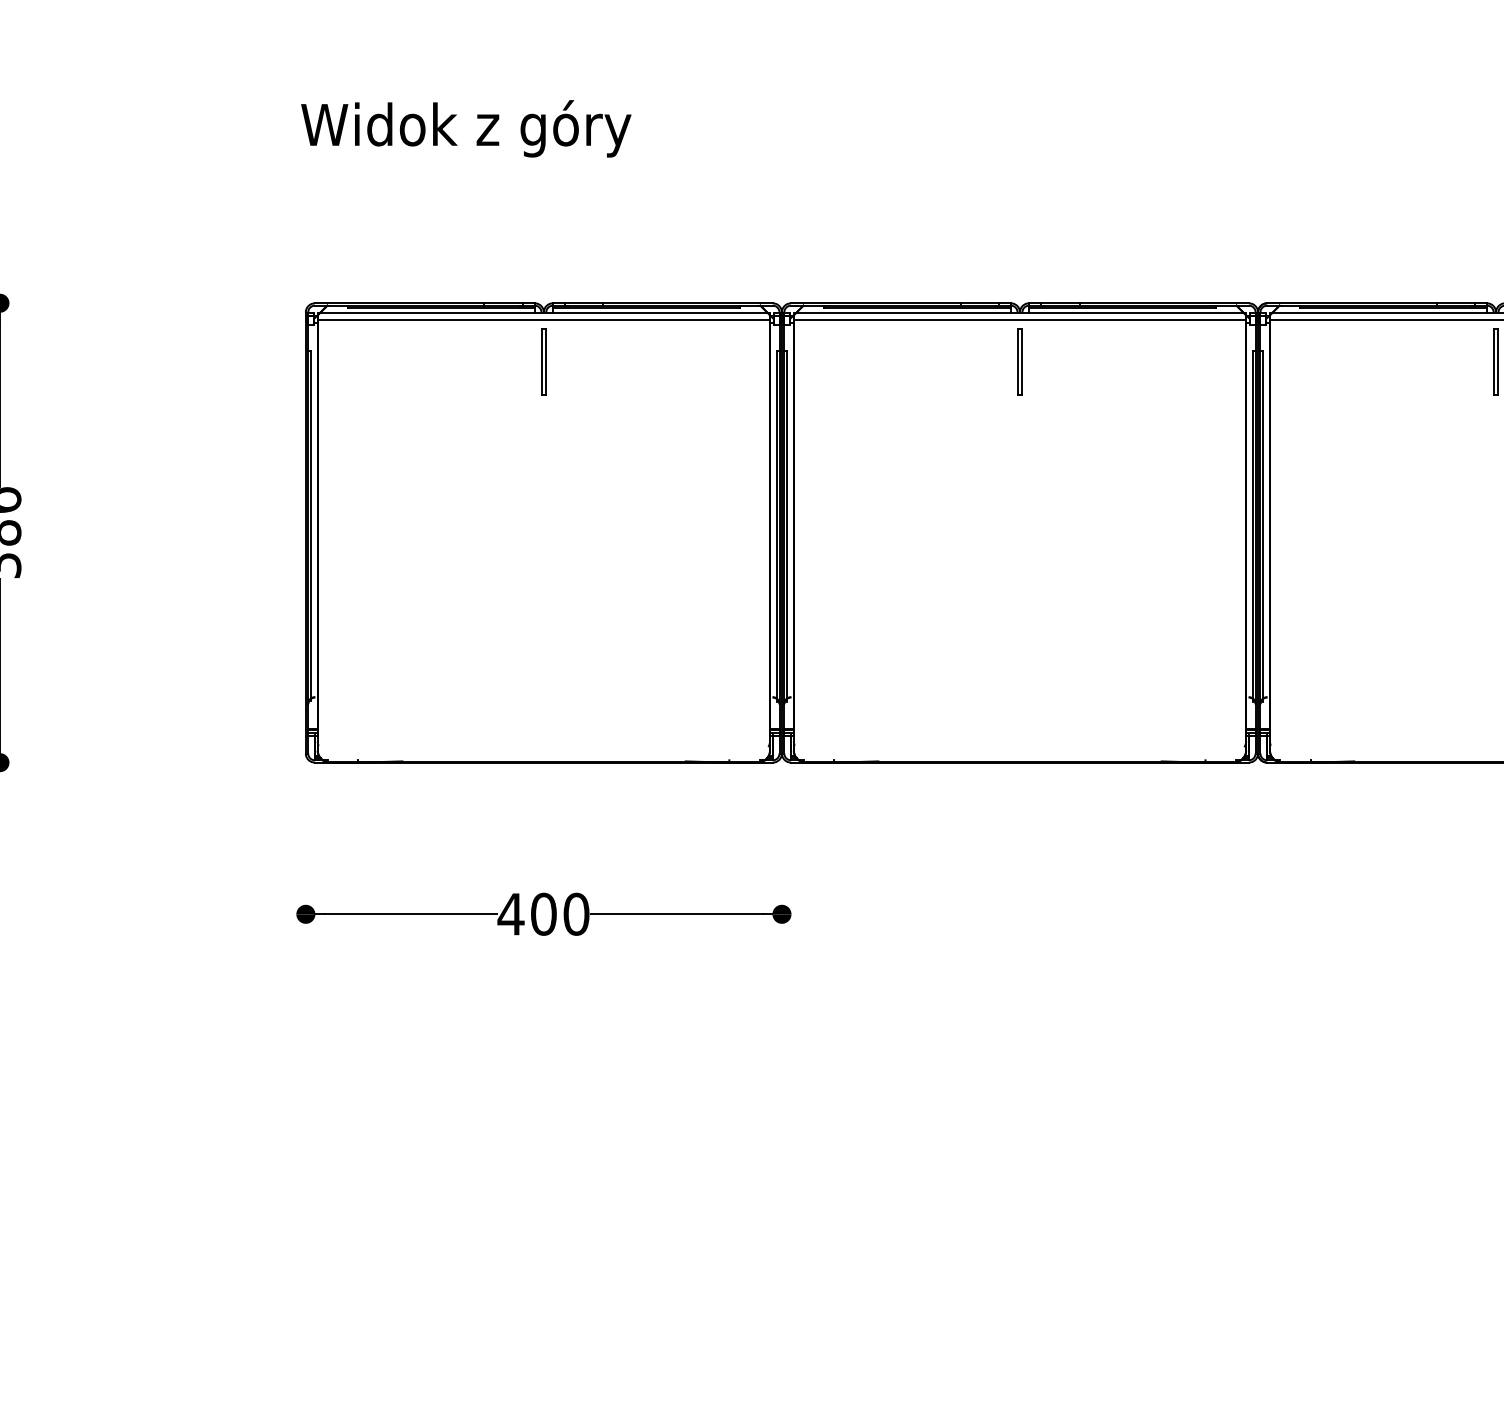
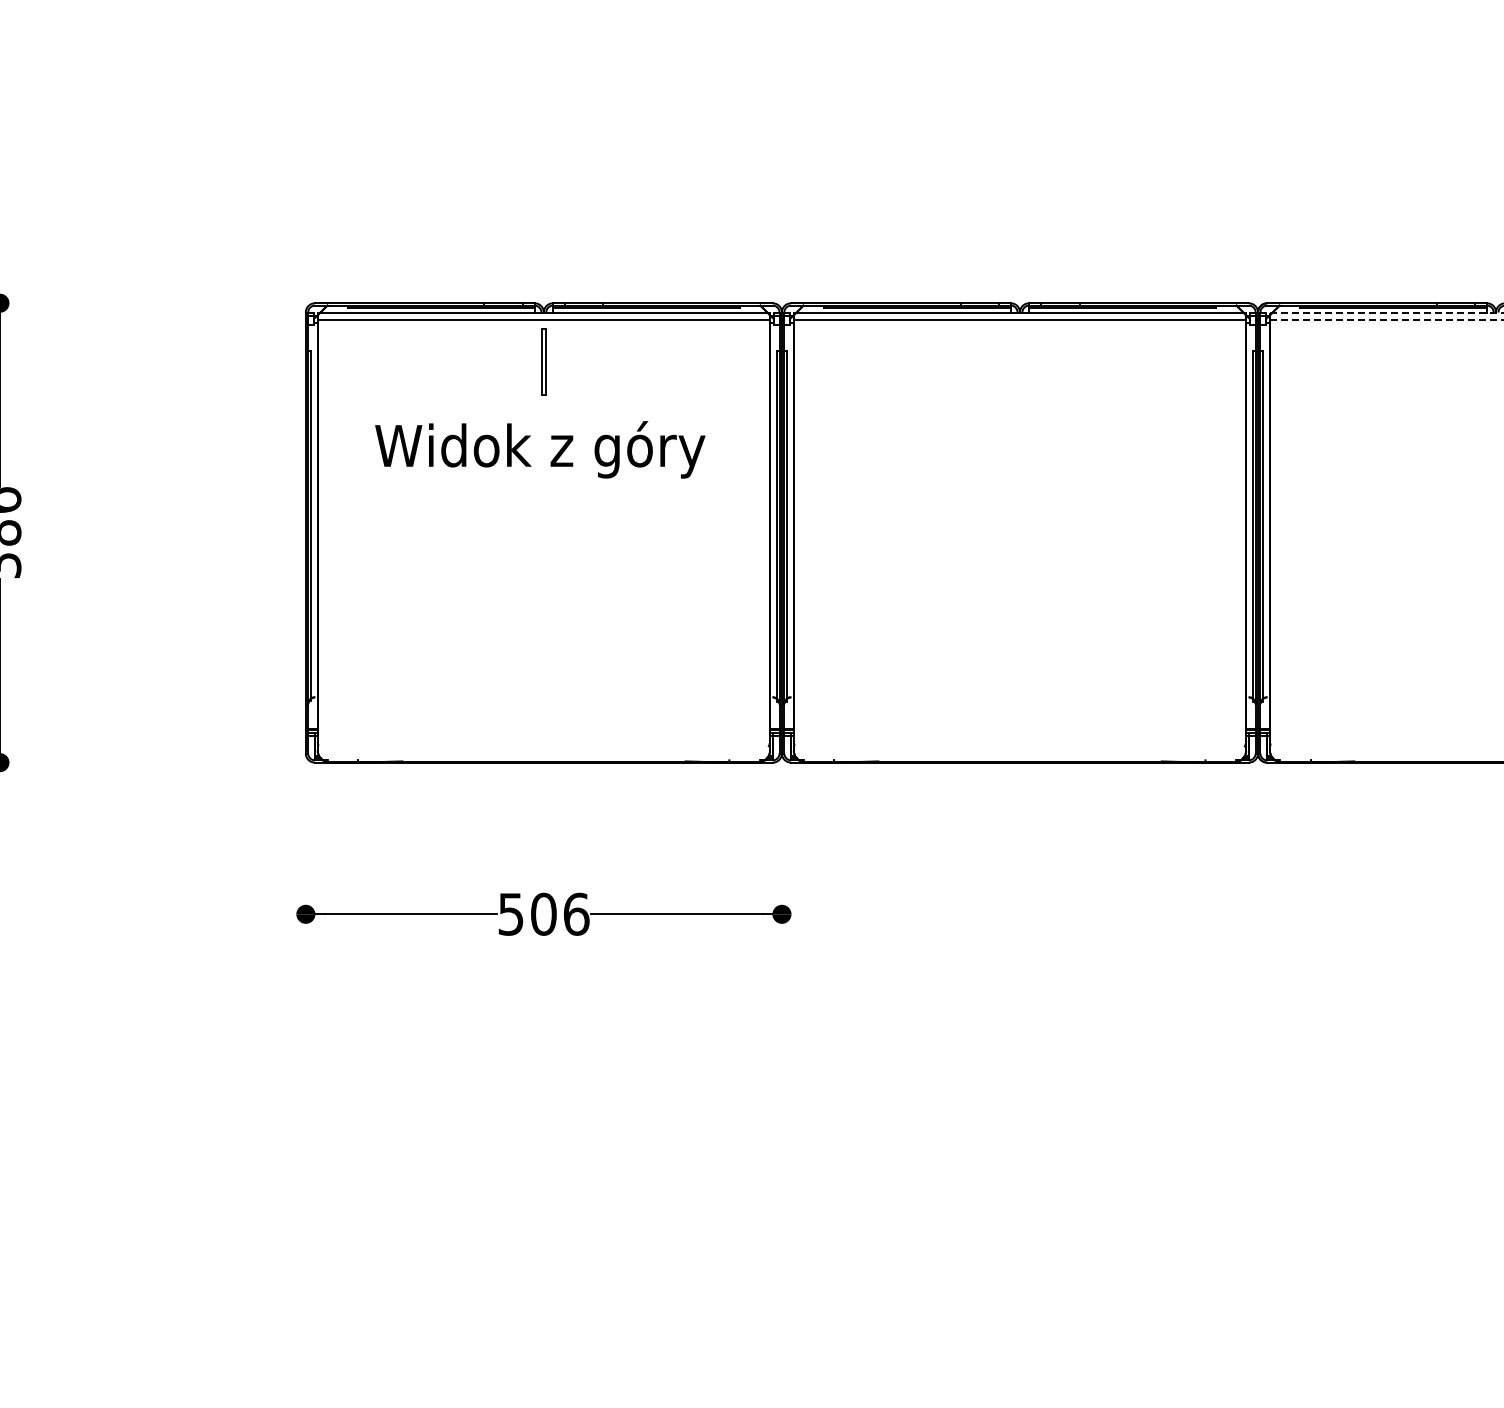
text at (466, 128) position: (466, 128) -> (540, 449)
line at (1386, 312): solid -> dashed
line at (1386, 320): solid -> dashed
part at (1019, 361): present -> none
part at (1495, 361): present -> none
text at (543, 913): 400 -> 506
